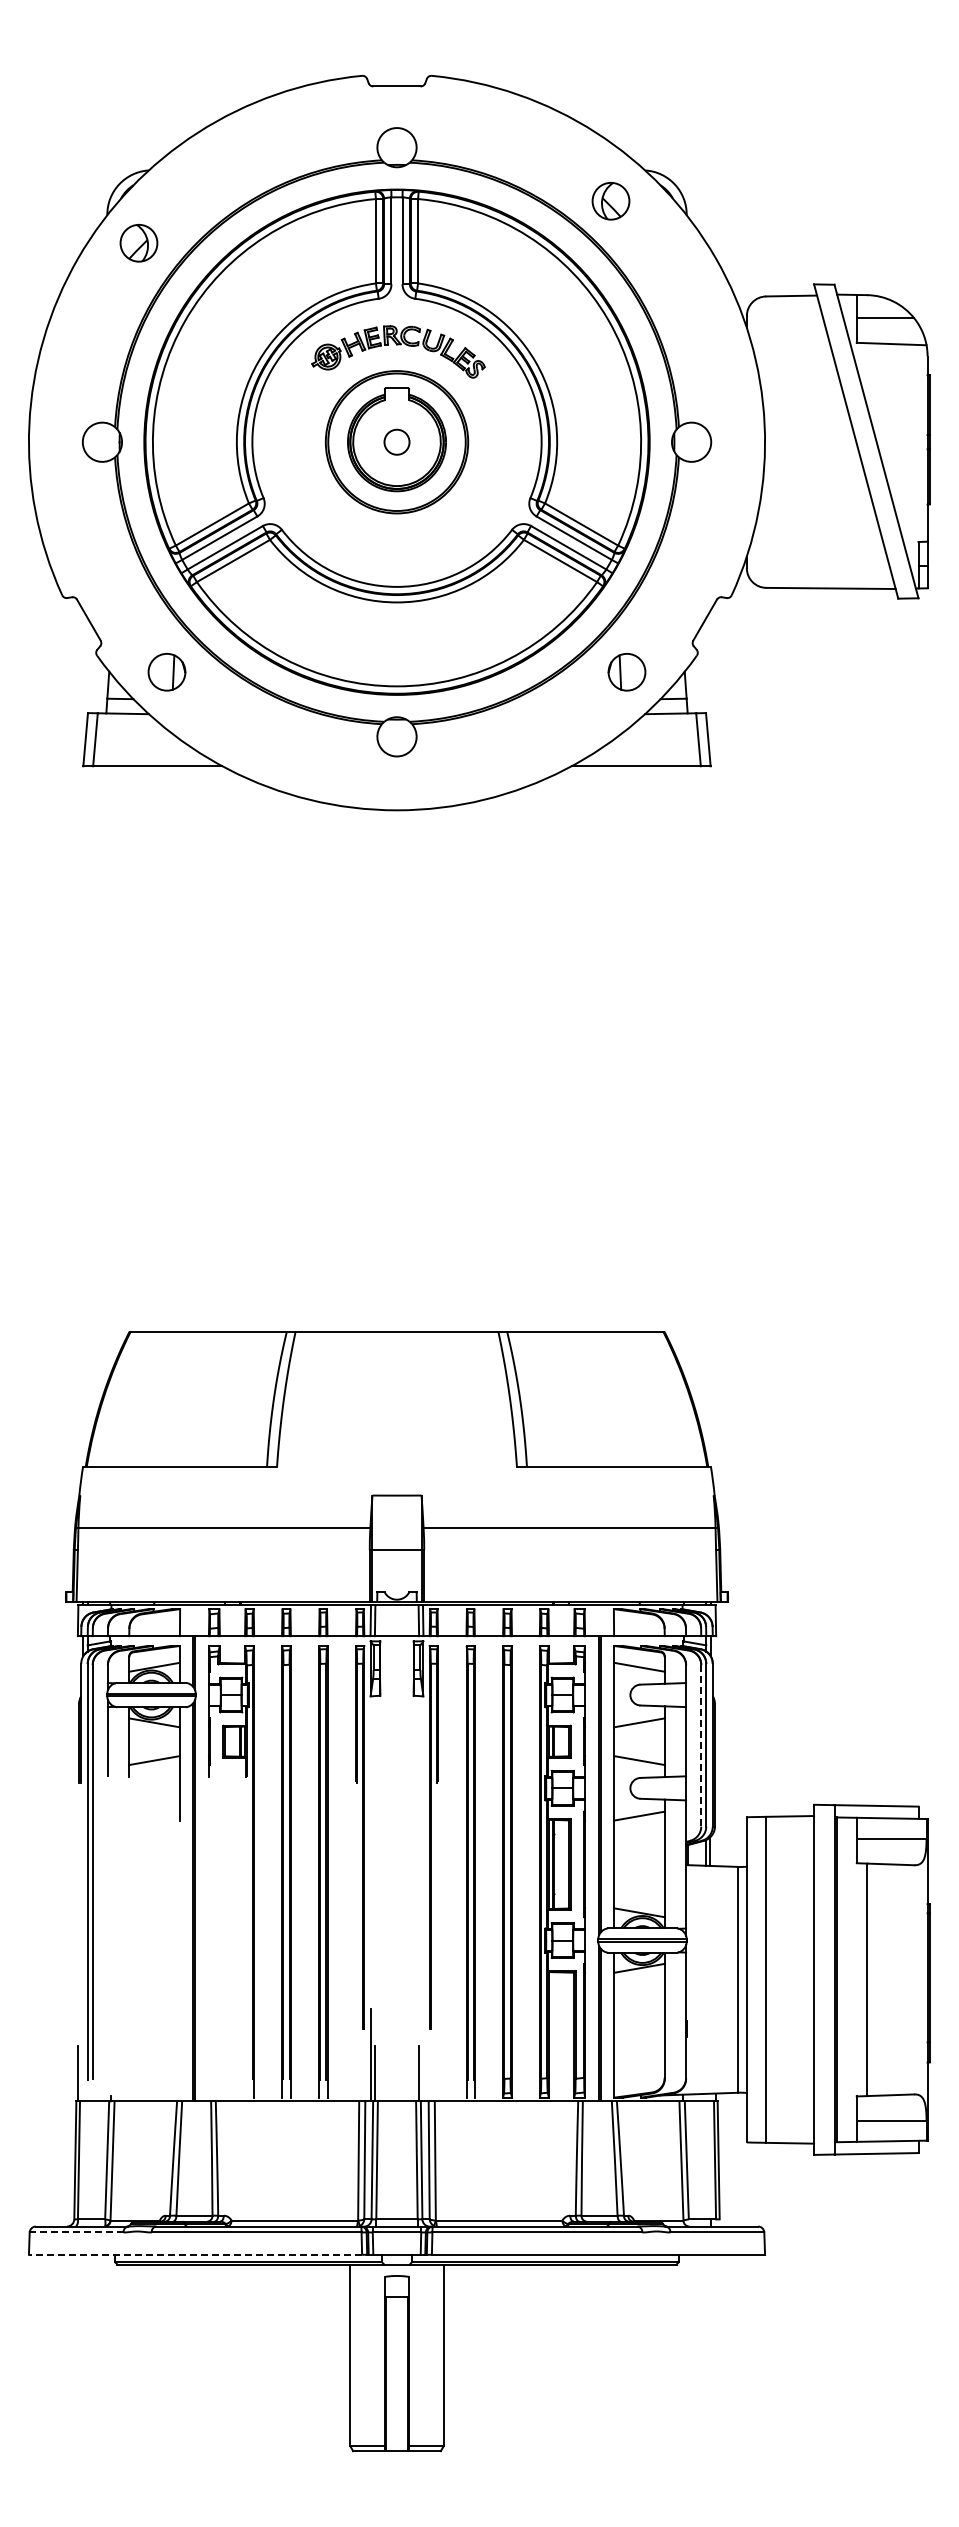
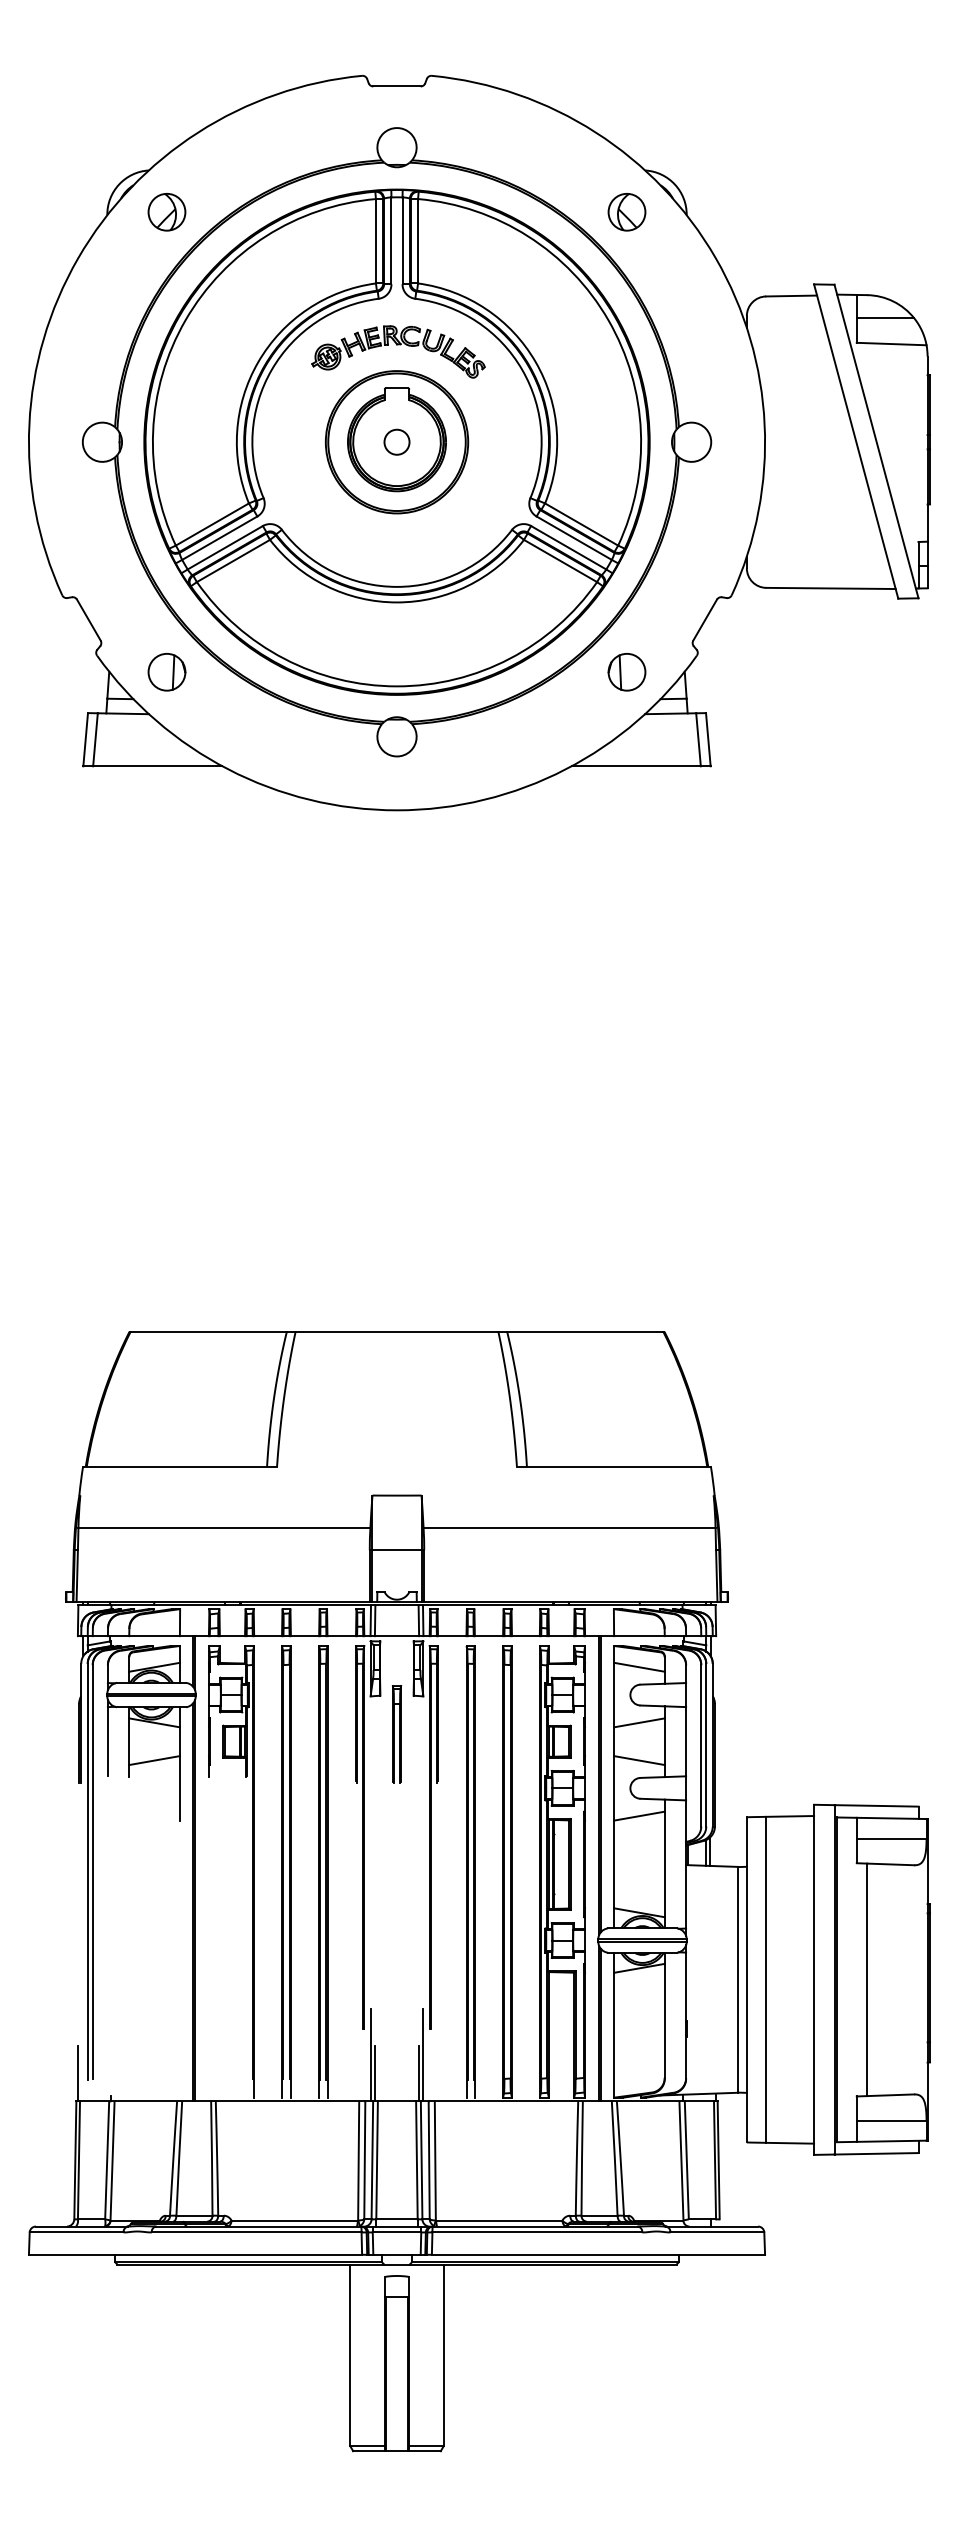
part at (610, 201) position: (610, 201) -> (626, 212)
part at (138, 243) position: (138, 243) -> (166, 212)
part at (396, 1734): none -> present
line at (701, 1745): dashed -> solid
line at (423, 2055): none -> present
line at (76, 2232): dashed -> solid
line at (195, 2254): dashed -> solid
